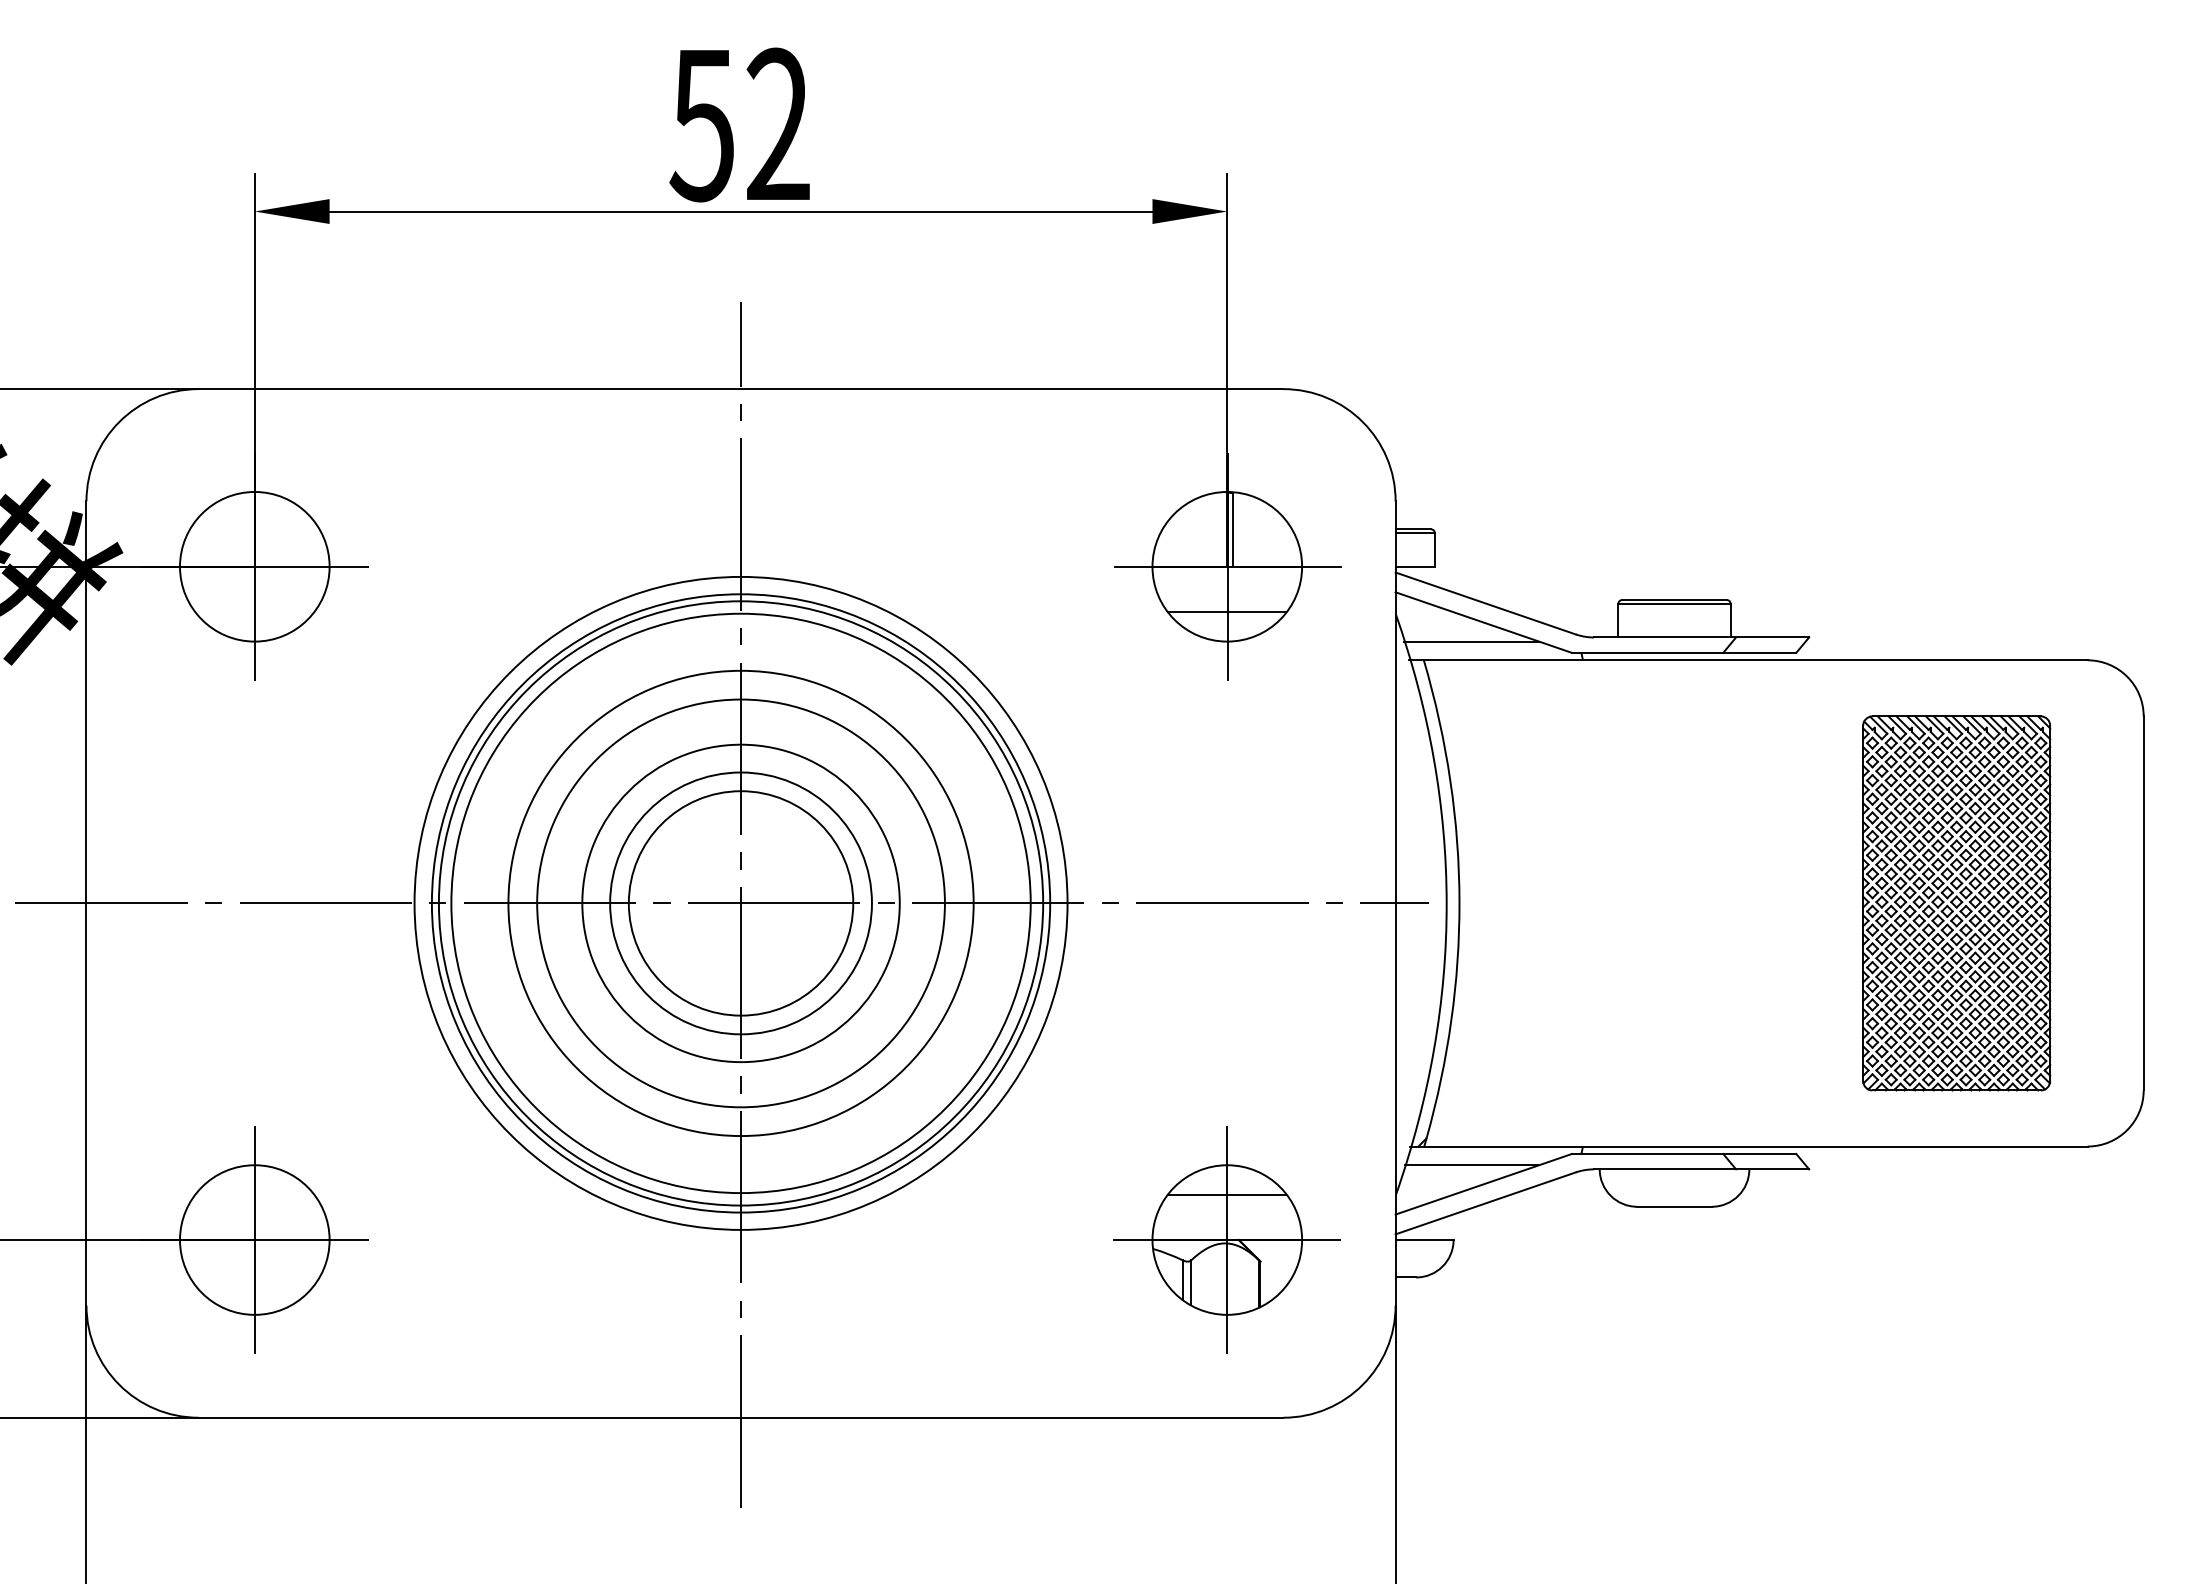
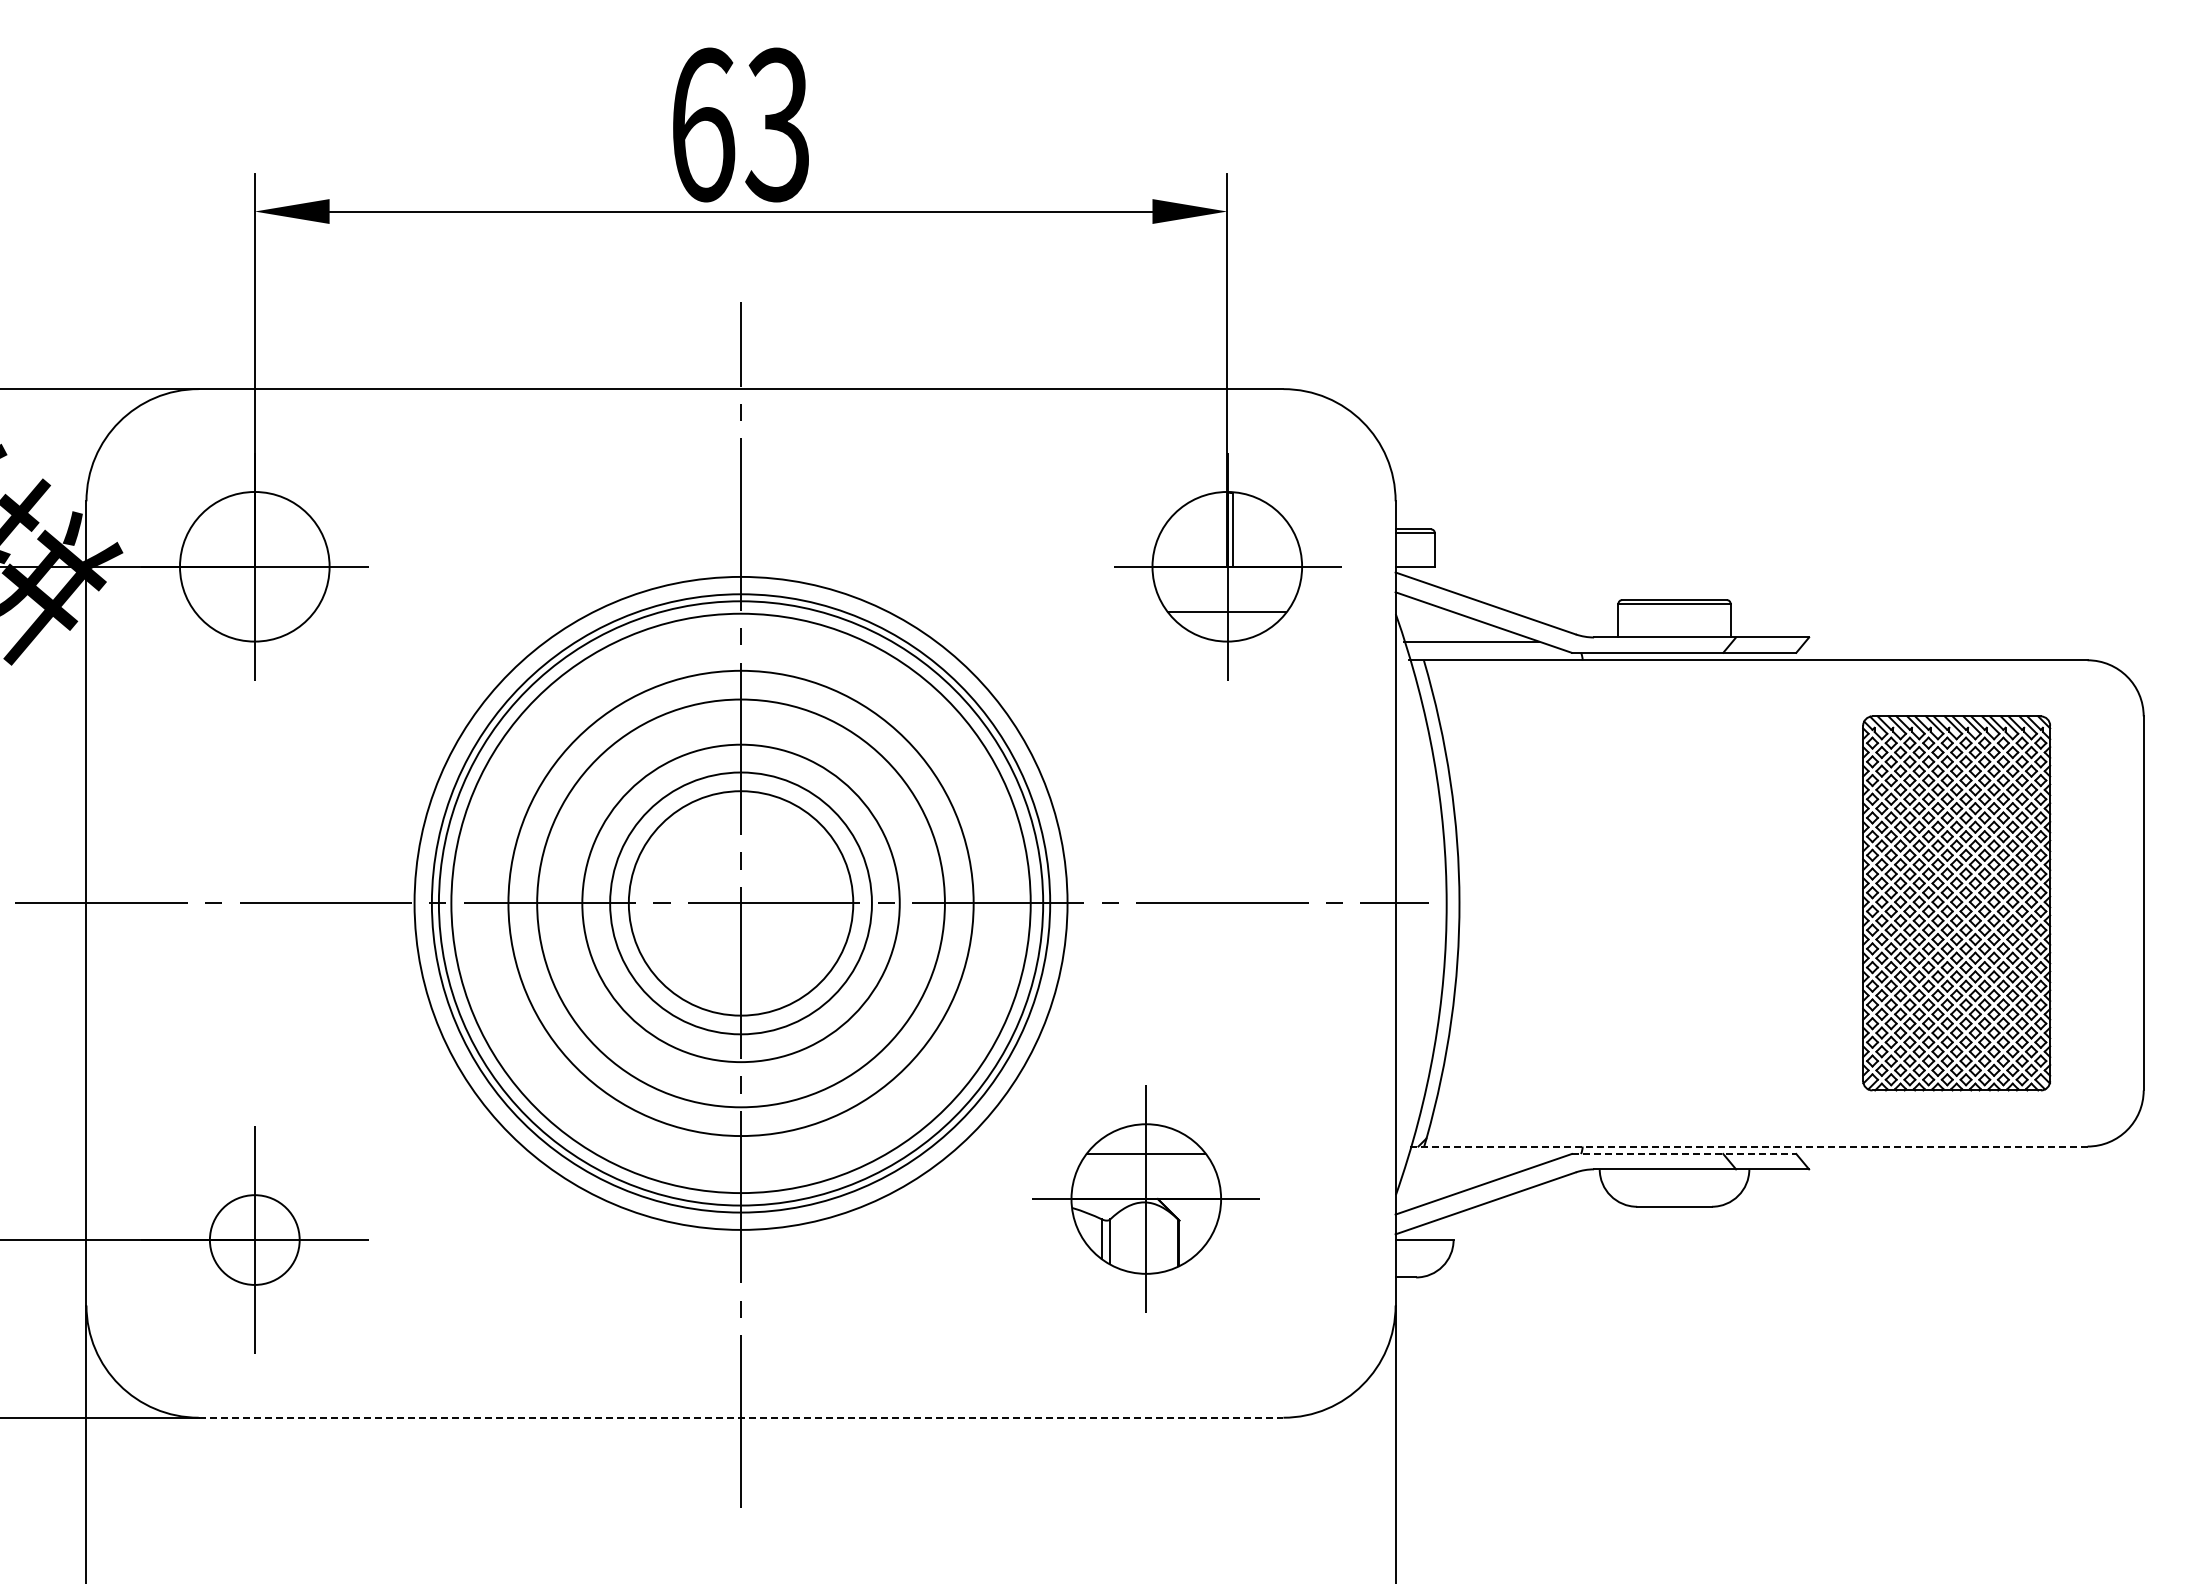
text at (739, 124): 52 -> 63
line at (1748, 1146): solid -> dashed
line at (1684, 1153): solid -> dashed
line at (1471, 1165): present -> none
circle at (254, 1239) diameter: 150 px -> 90 px
part at (1226, 1239) position: (1226, 1239) -> (1145, 1198)
line at (741, 1417): solid -> dashed
